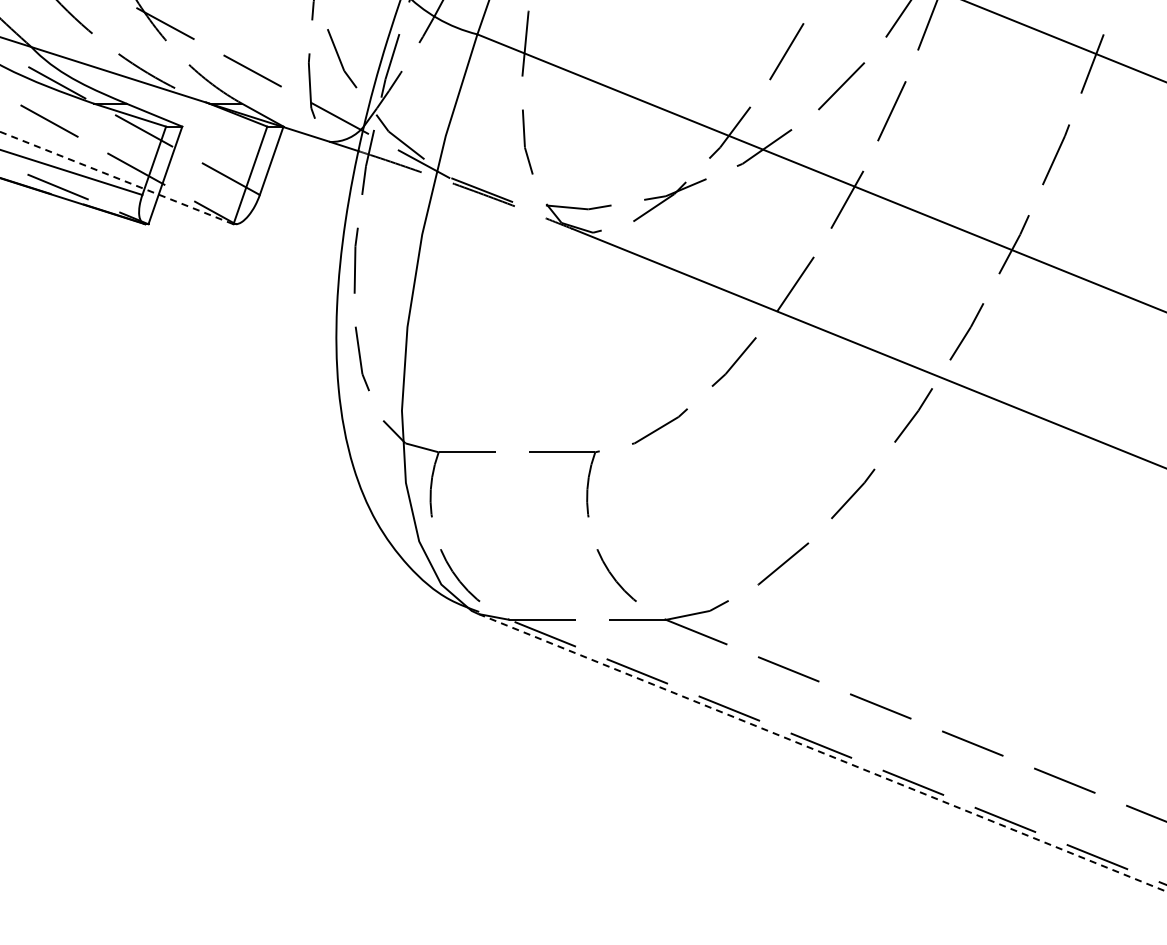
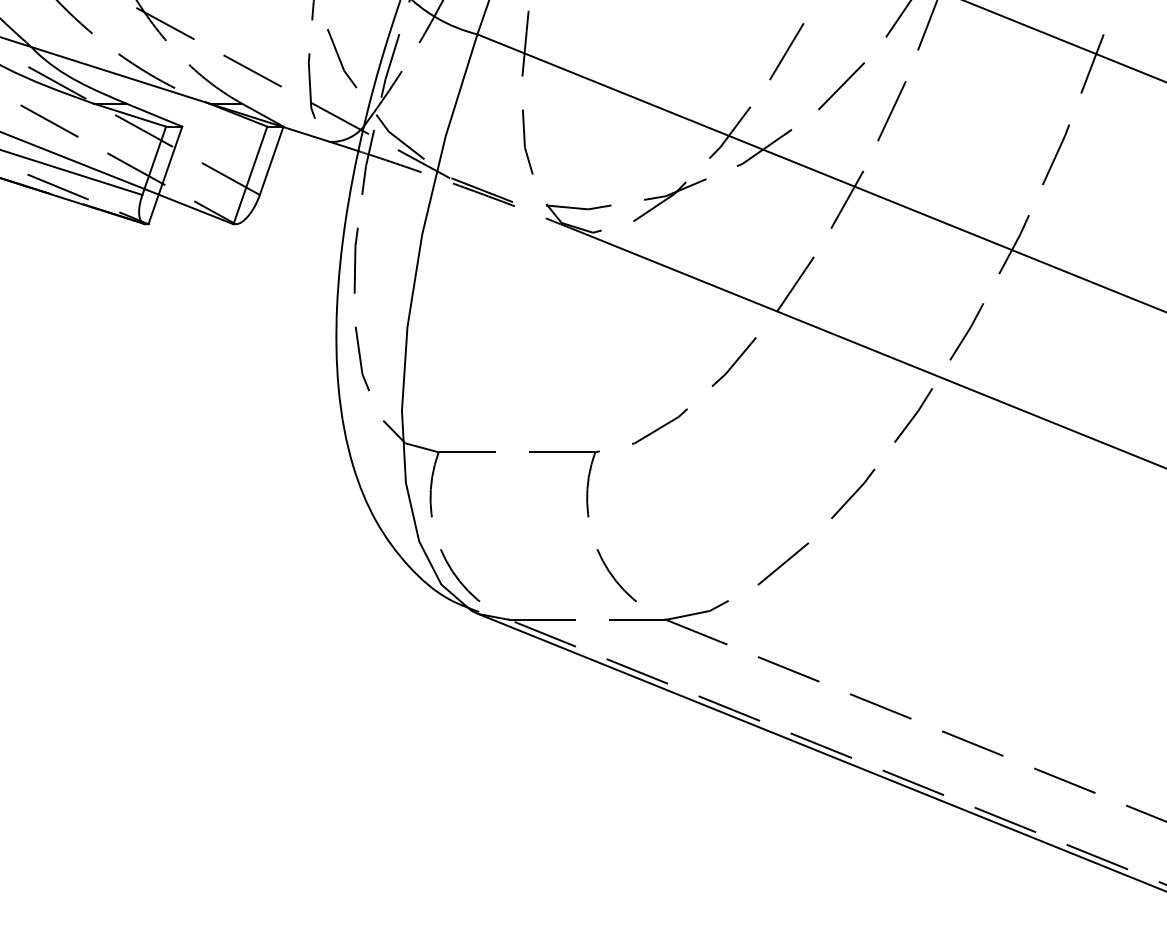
line at (116, 177): dashed -> solid
line at (822, 752): dashed -> solid
